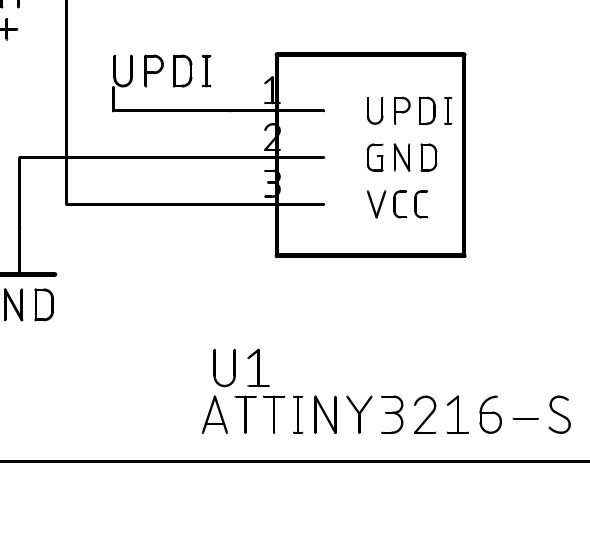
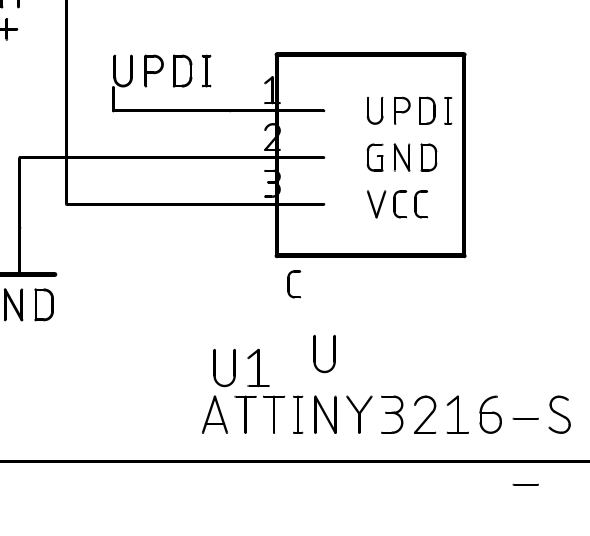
part at (294, 284): none -> present
part at (315, 354): none -> present
line at (525, 484): none -> present
